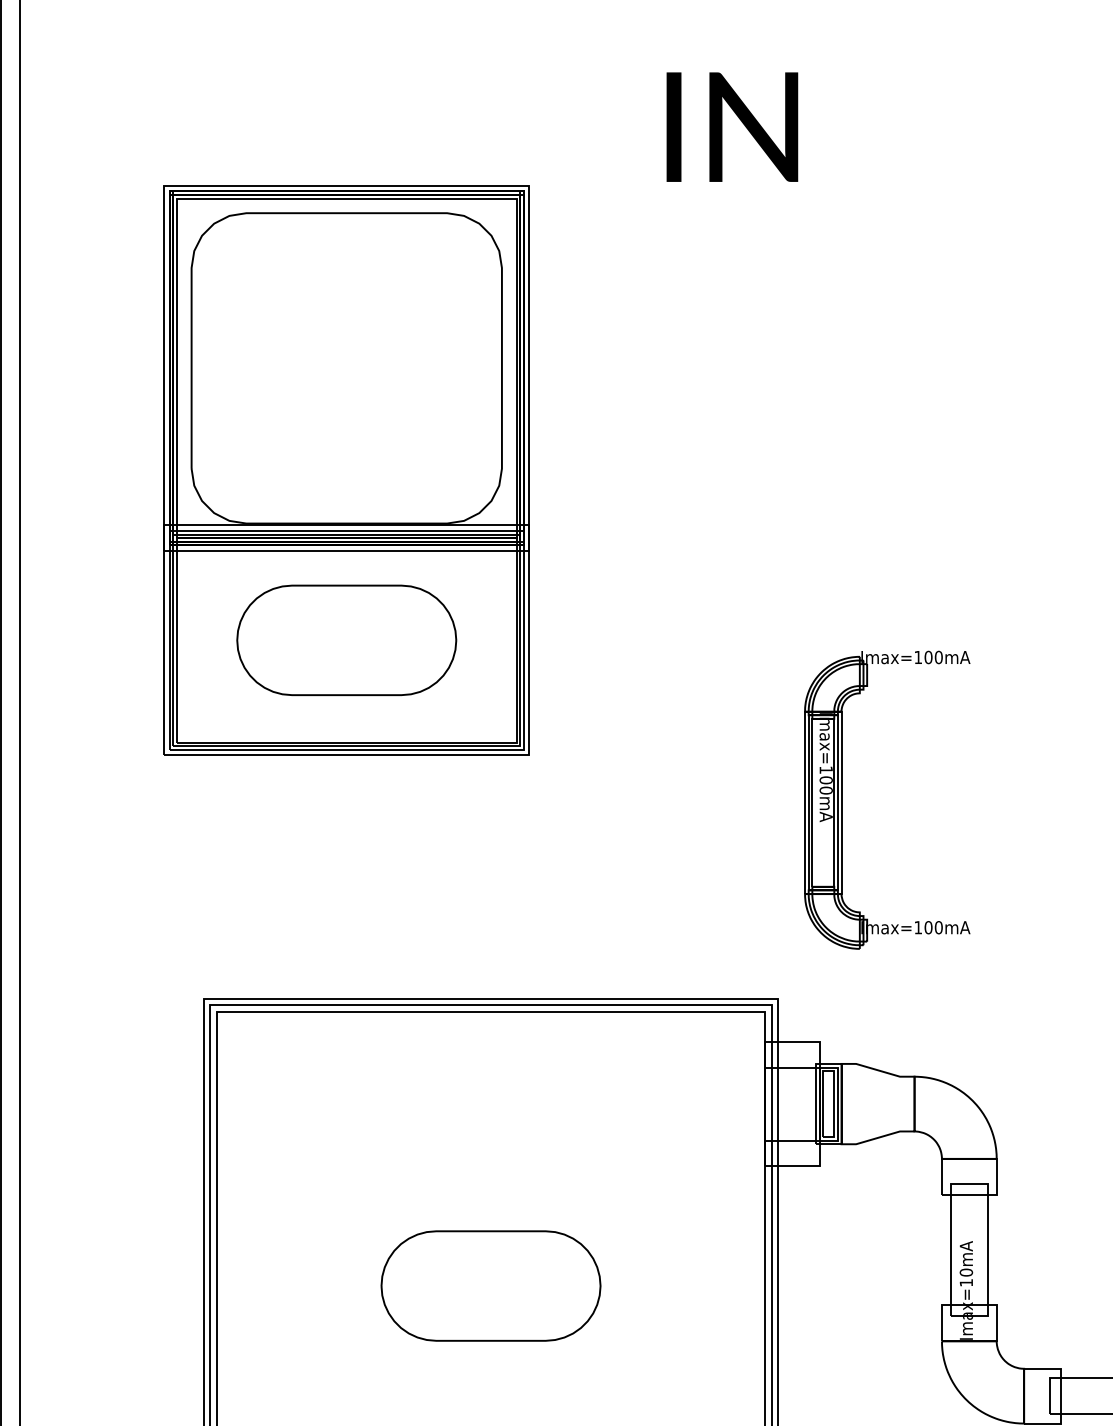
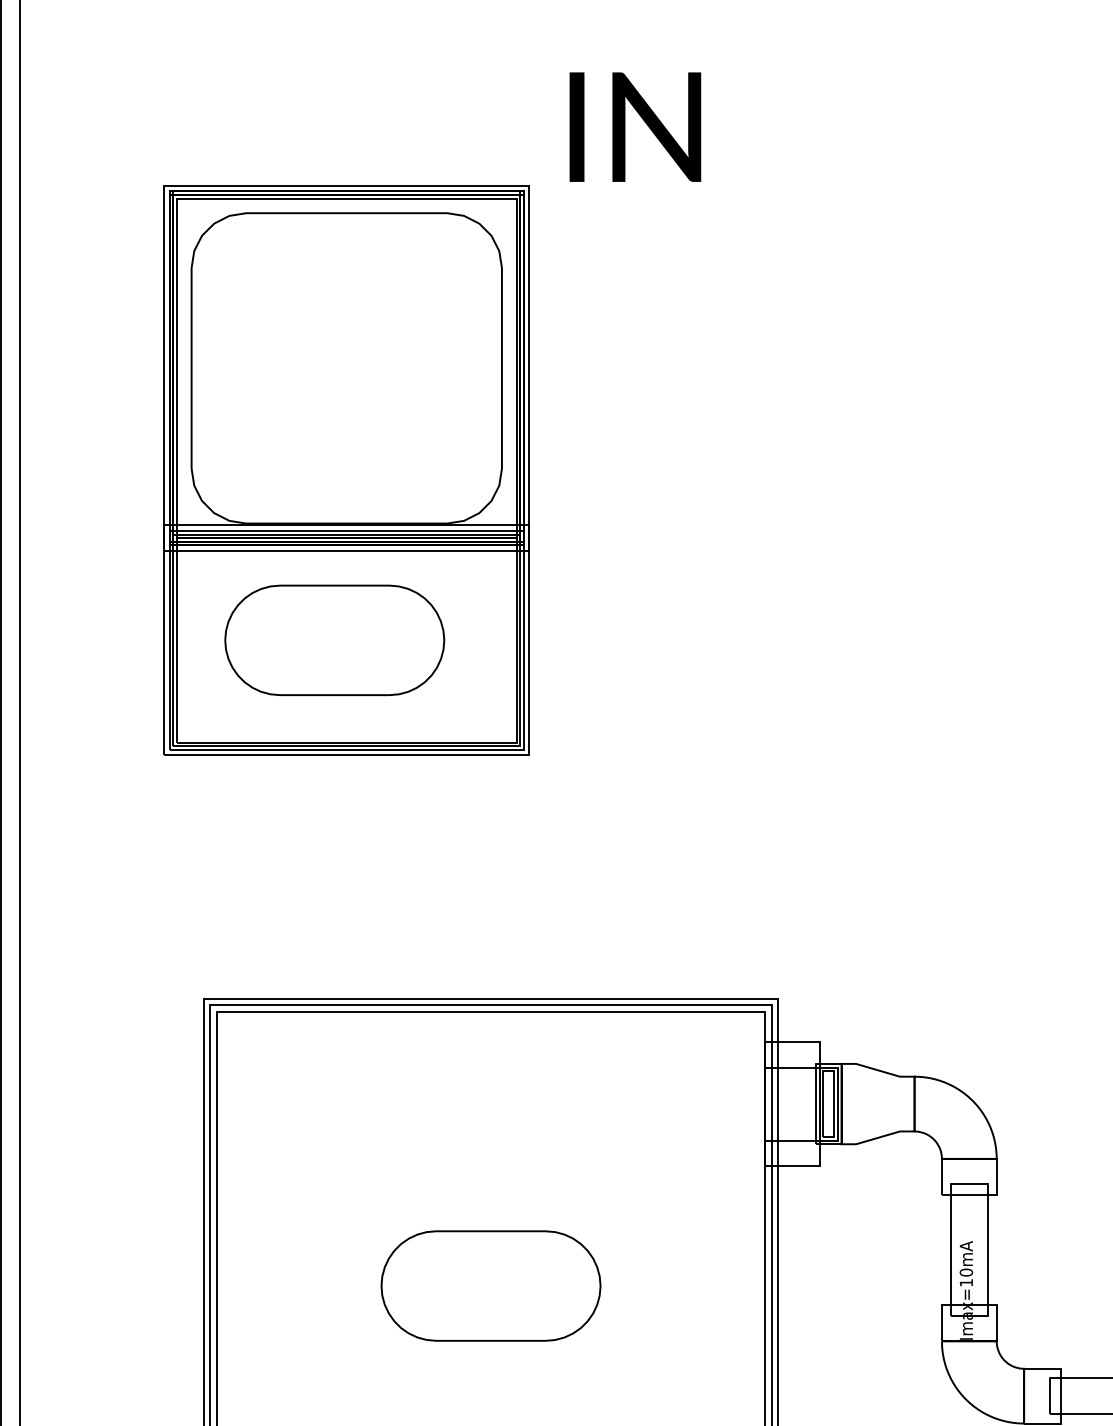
text at (732, 126) position: (732, 126) -> (635, 126)
part at (346, 639) position: (346, 639) -> (334, 639)
part at (842, 799): present -> none
